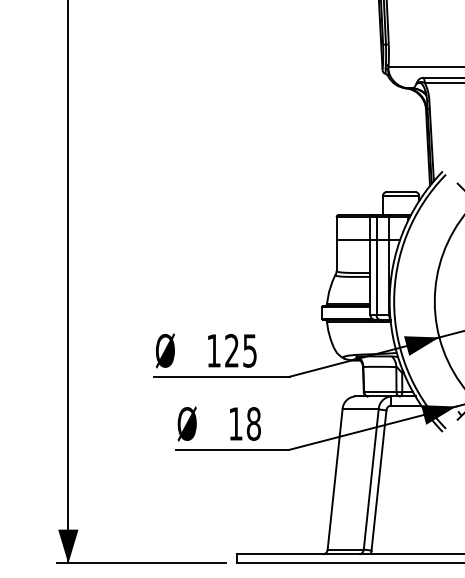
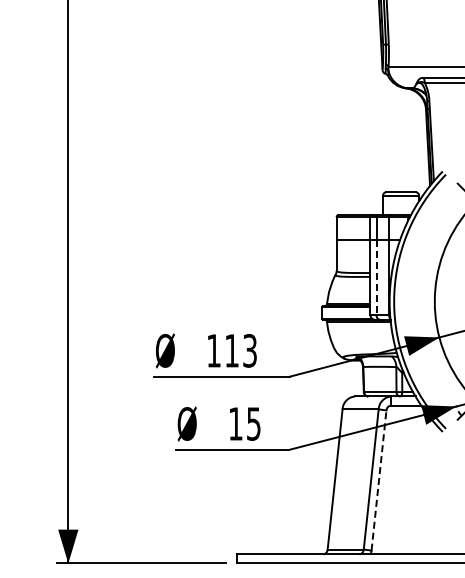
line at (376, 277): solid -> dashed
text at (240, 350): 125 -> 113
text at (253, 423): 18 -> 15
line at (379, 480): solid -> dashed
